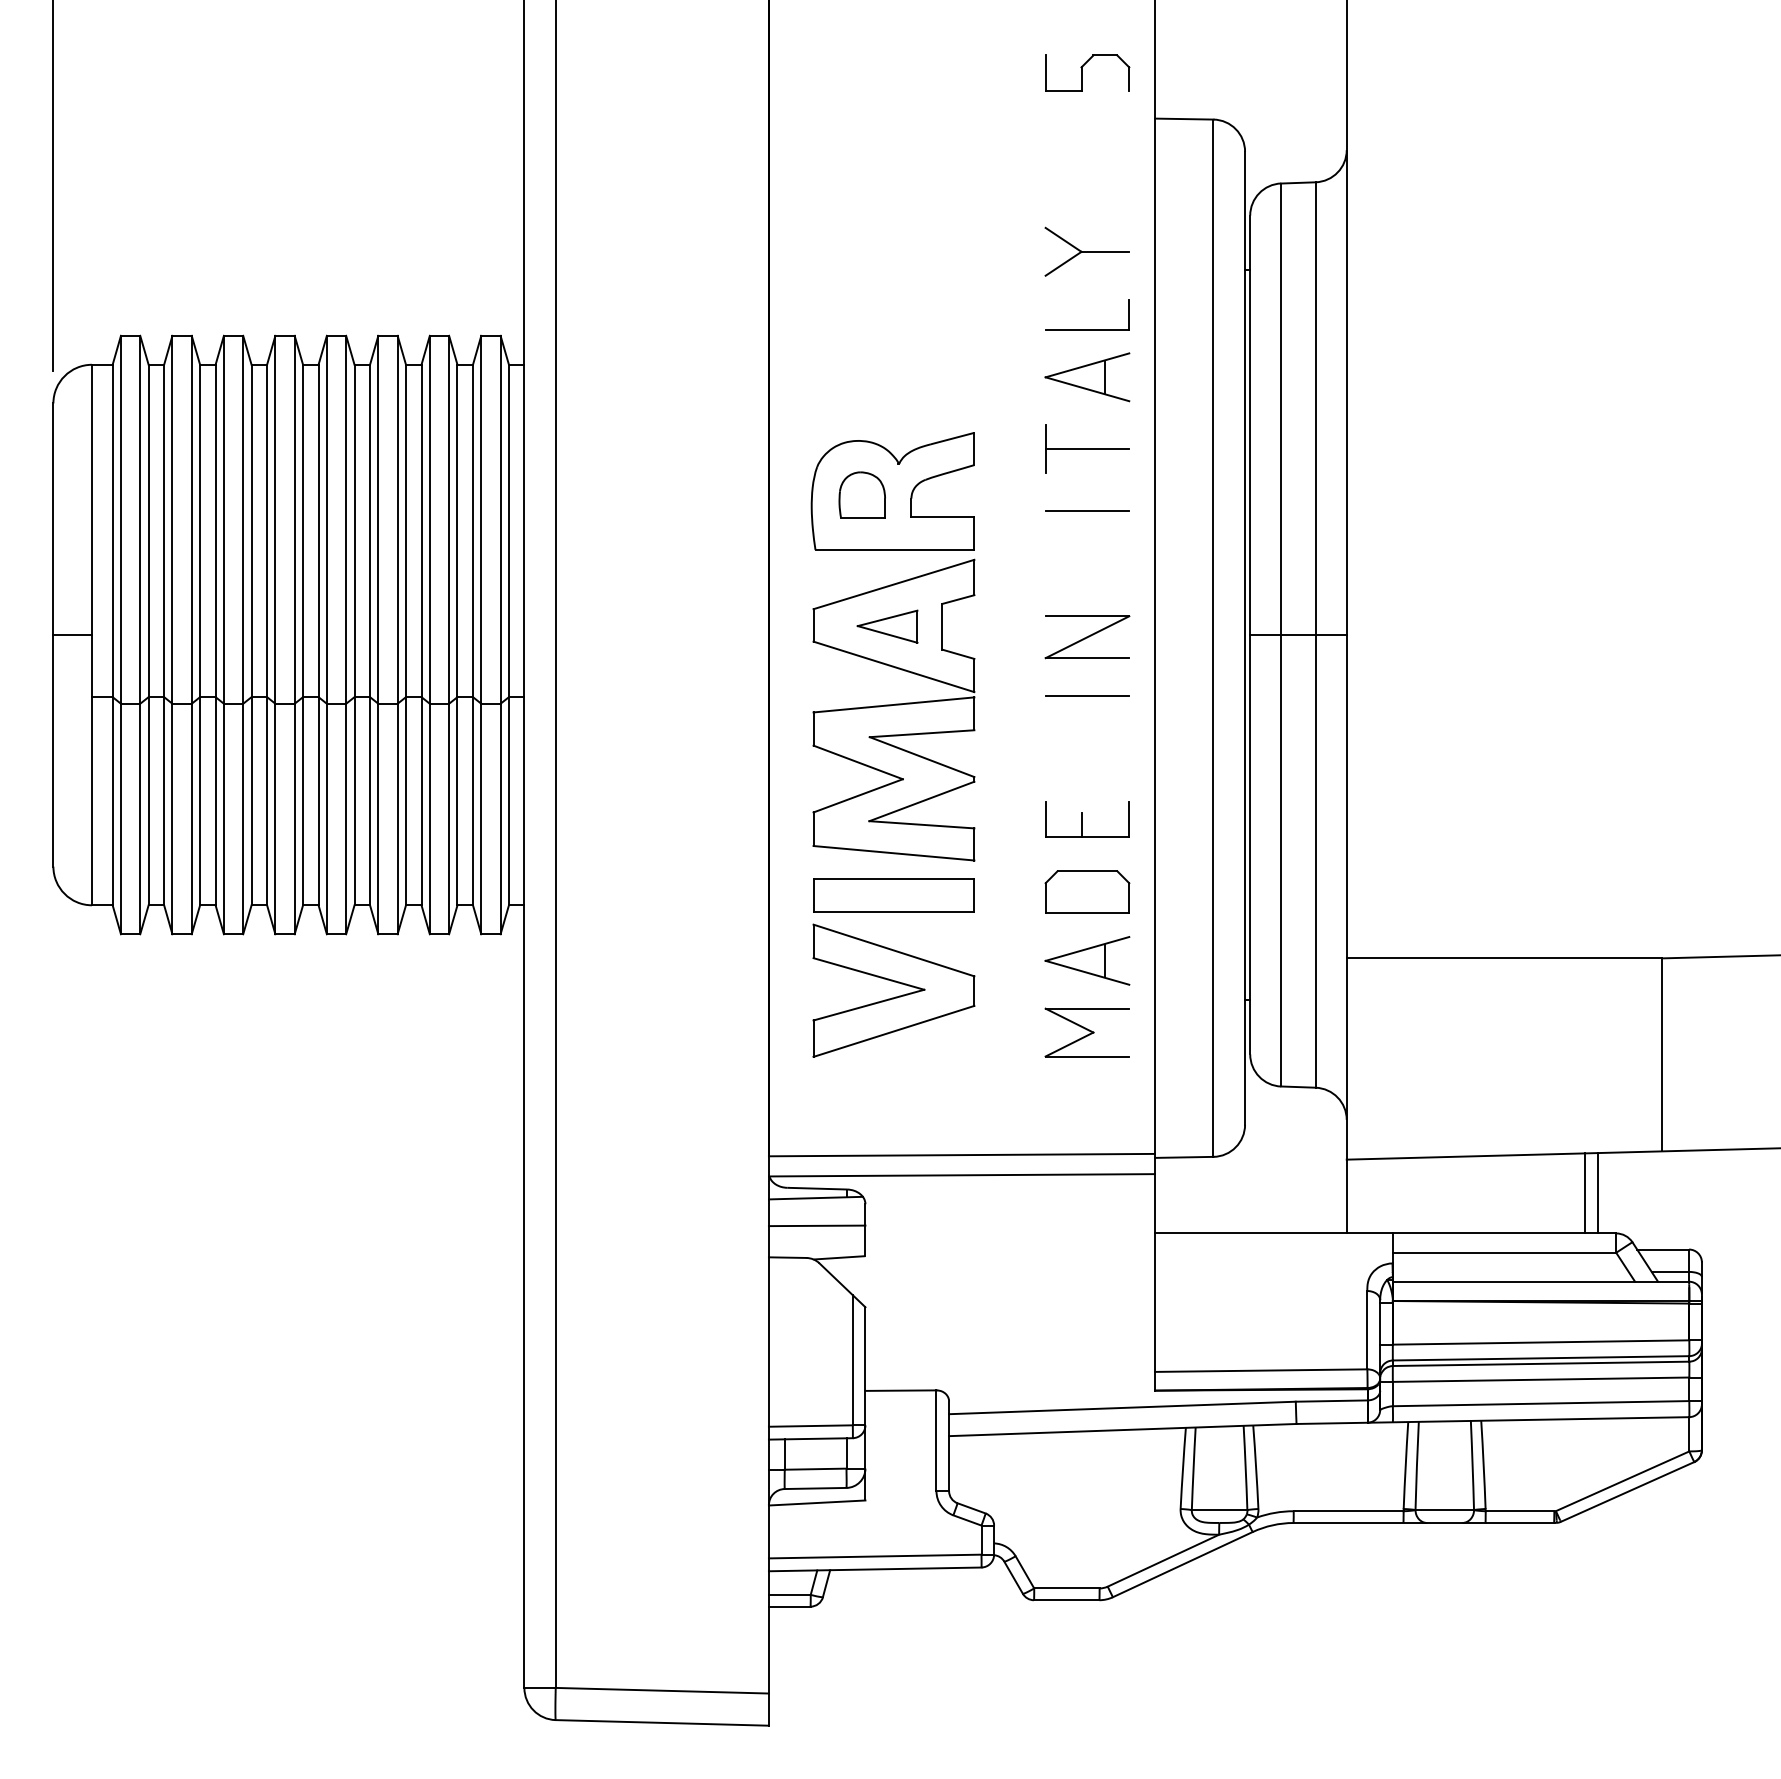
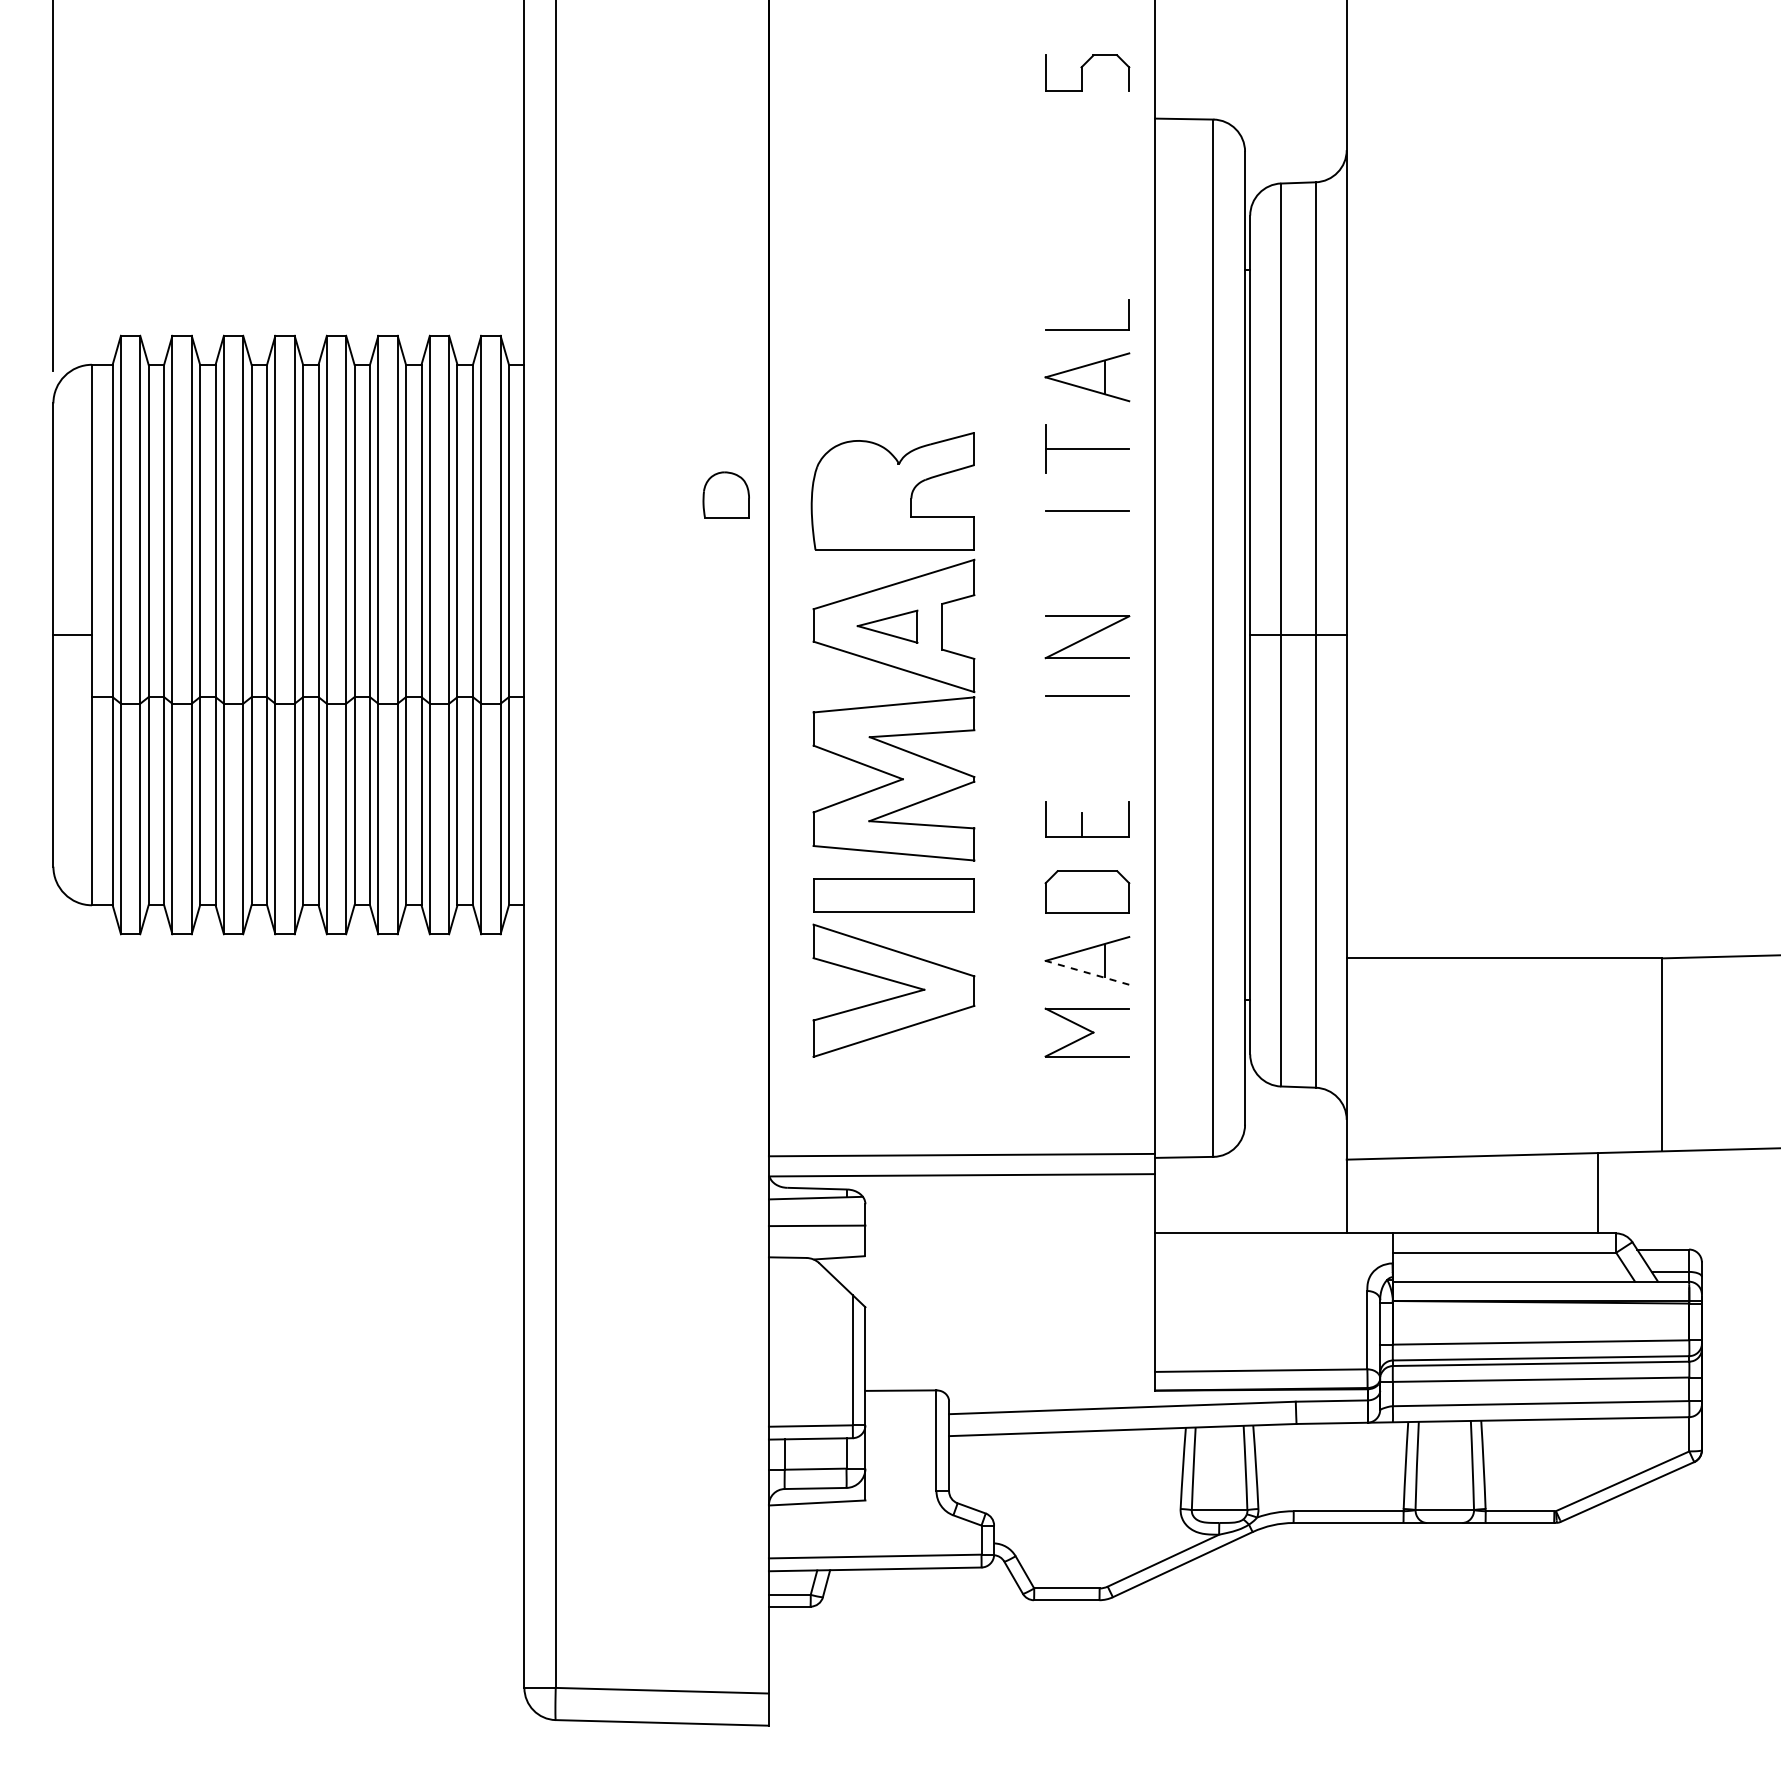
part at (1086, 251): present -> none
part at (861, 494) position: (861, 494) -> (725, 494)
line at (1086, 972): solid -> dashed
line at (1585, 1193): present -> none
